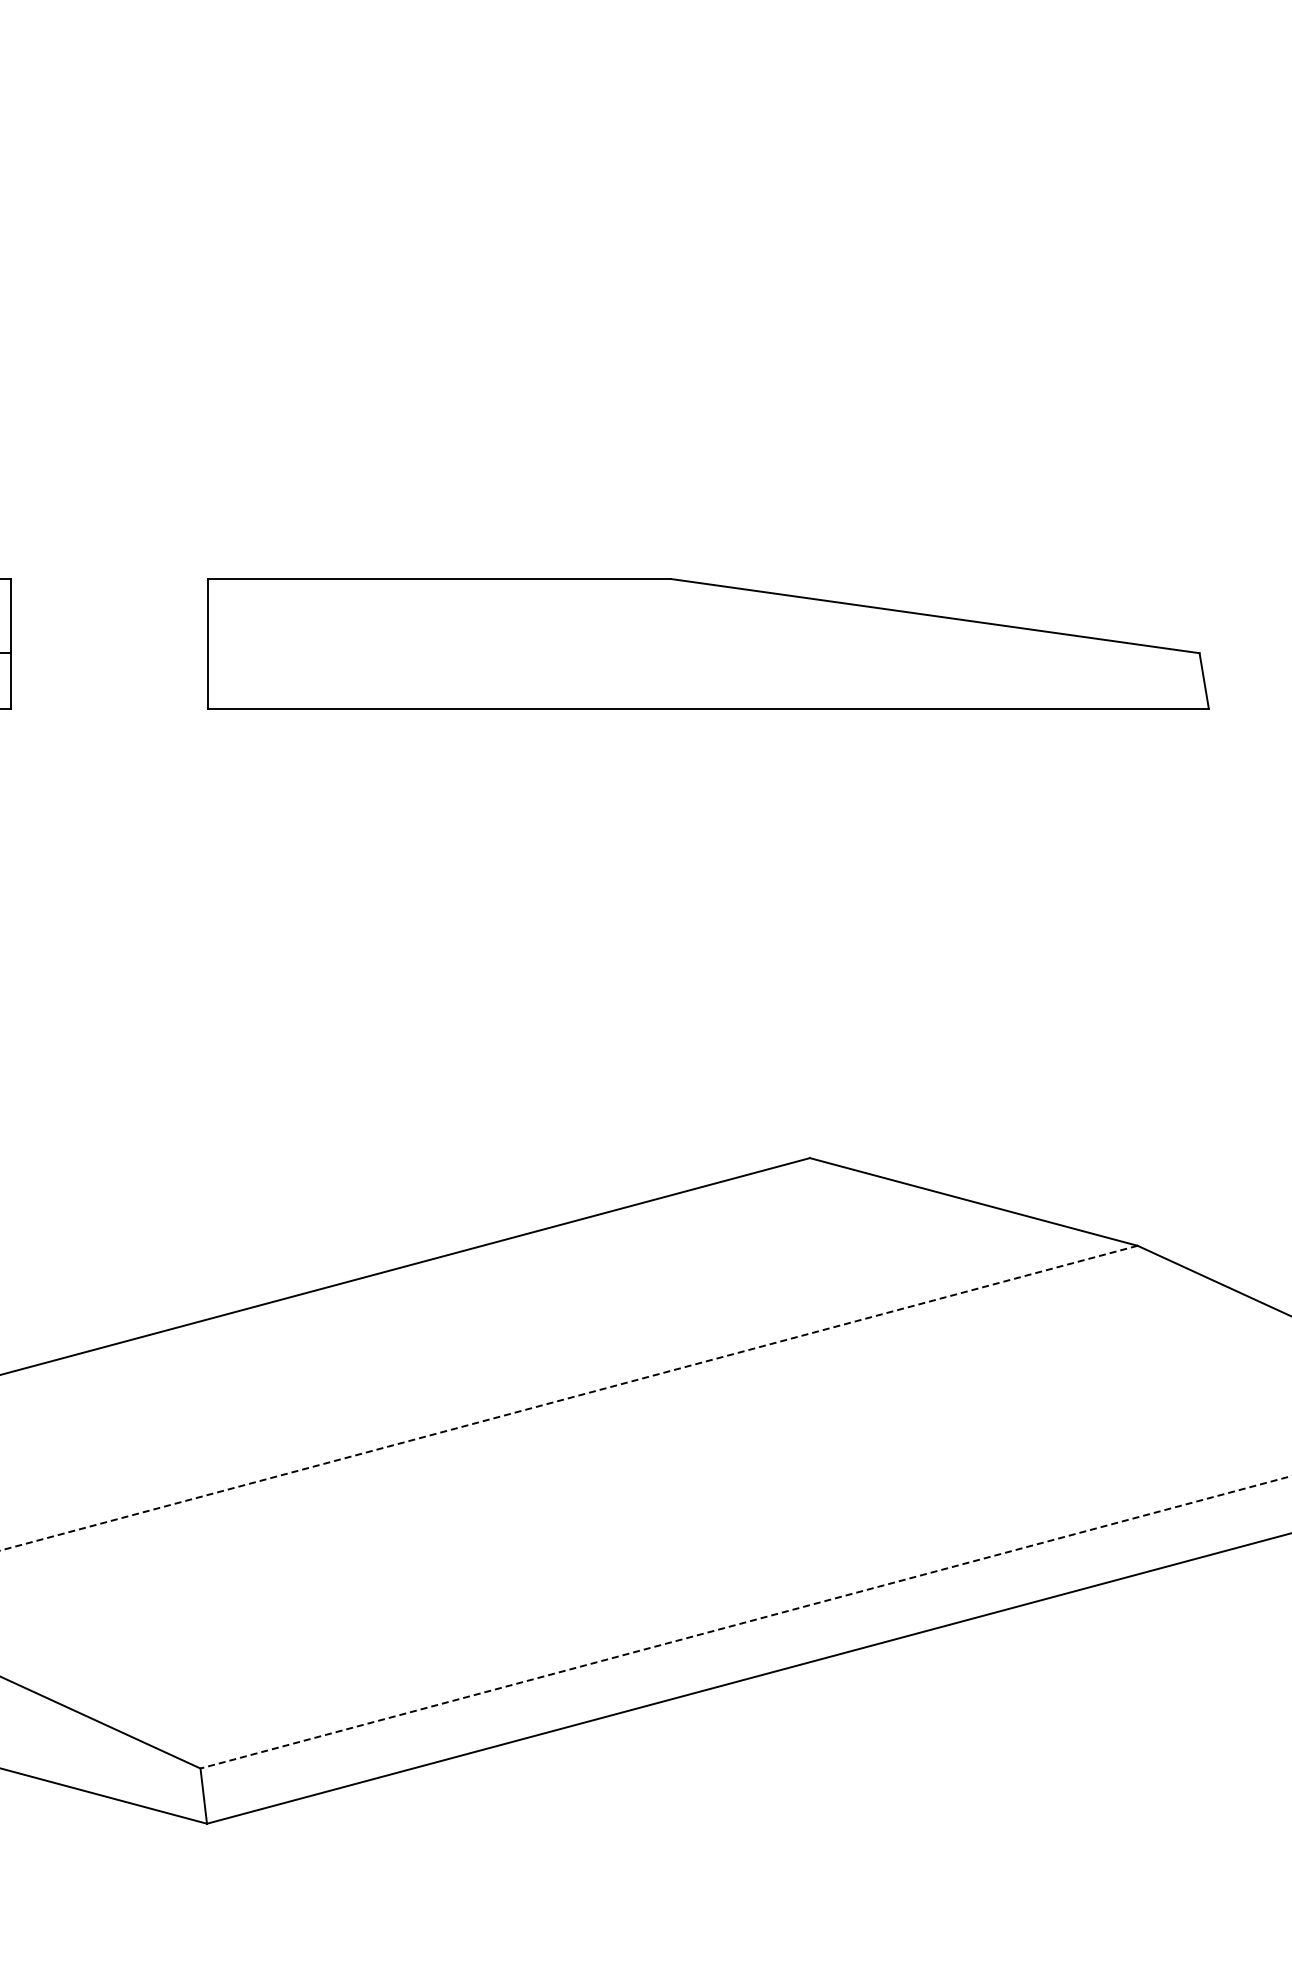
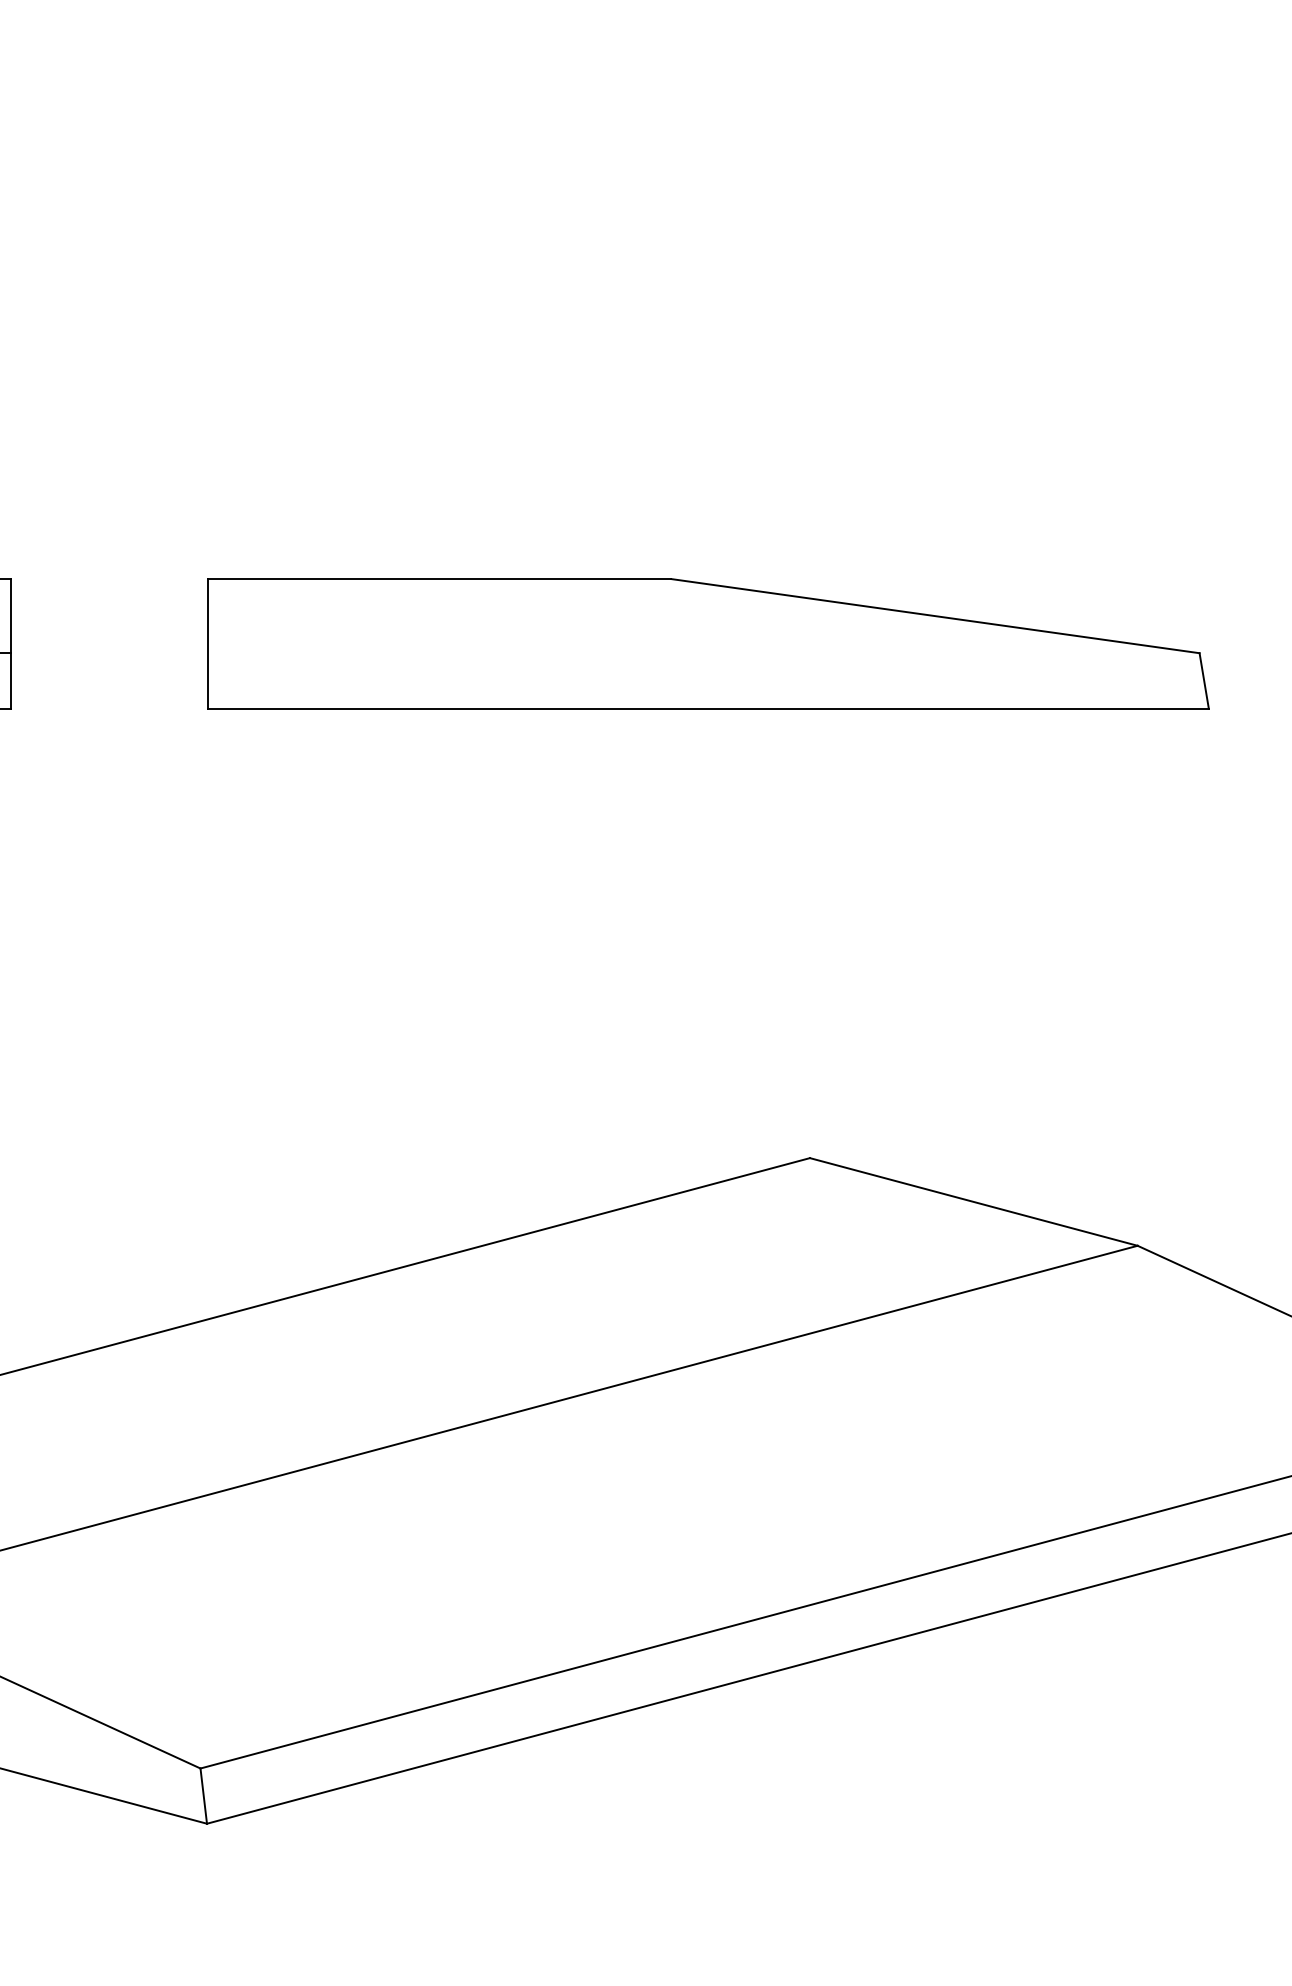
line at (568, 1398): dashed -> solid
line at (746, 1622): dashed -> solid
